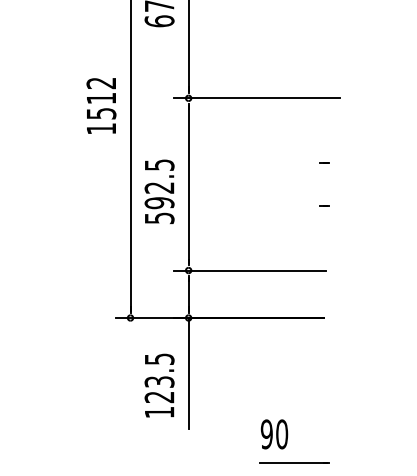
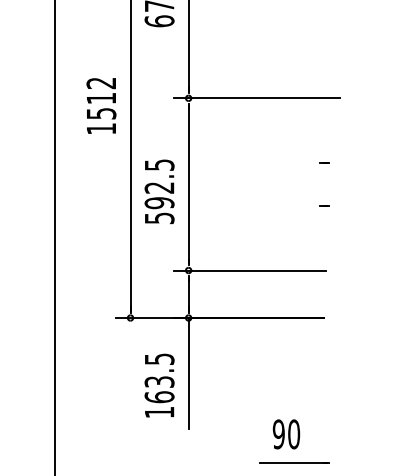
line at (55, 237): none -> present
text at (159, 397): 123.5 -> 163.5
text at (274, 434) position: (274, 434) -> (286, 434)
